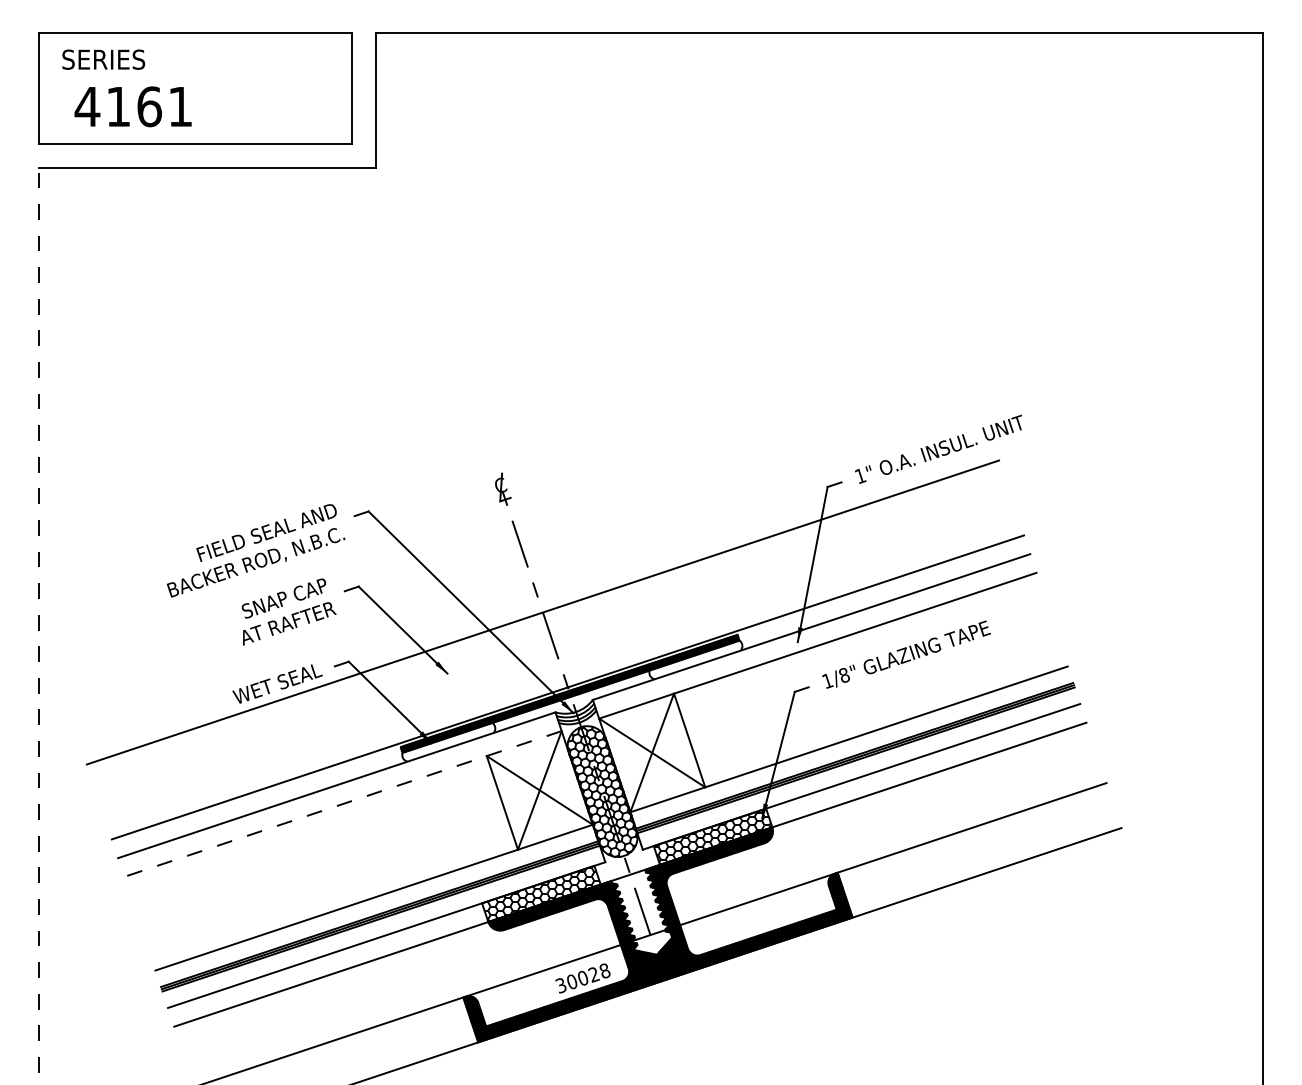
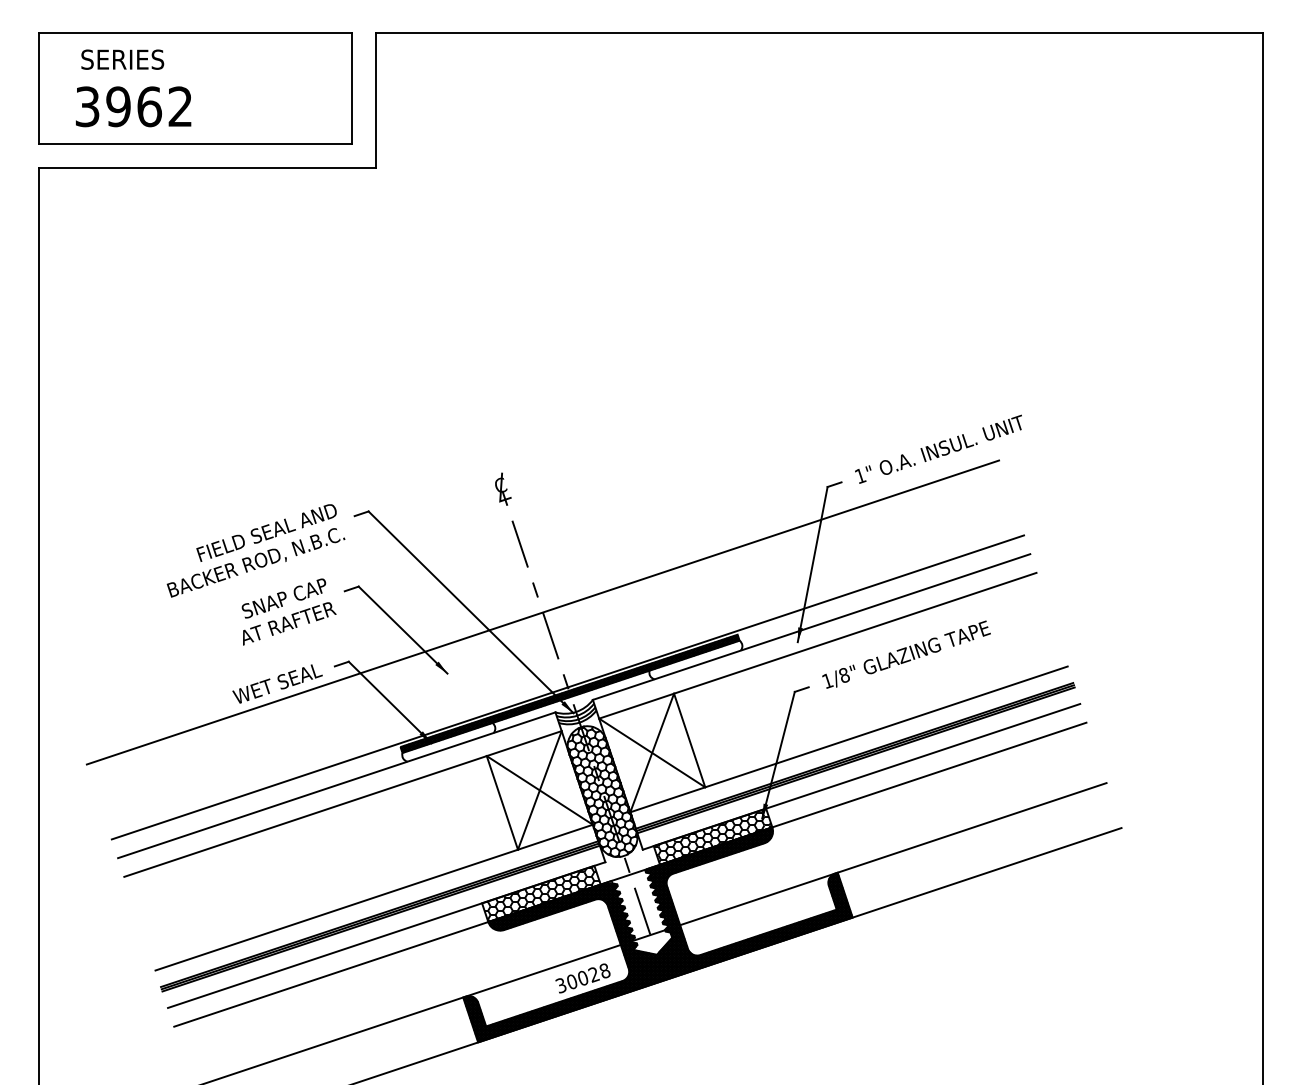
text at (103, 59) position: (103, 59) -> (122, 59)
text at (132, 106): 4161 -> 3962
line at (39, 625): dashed -> solid
line at (343, 804): dashed -> solid
